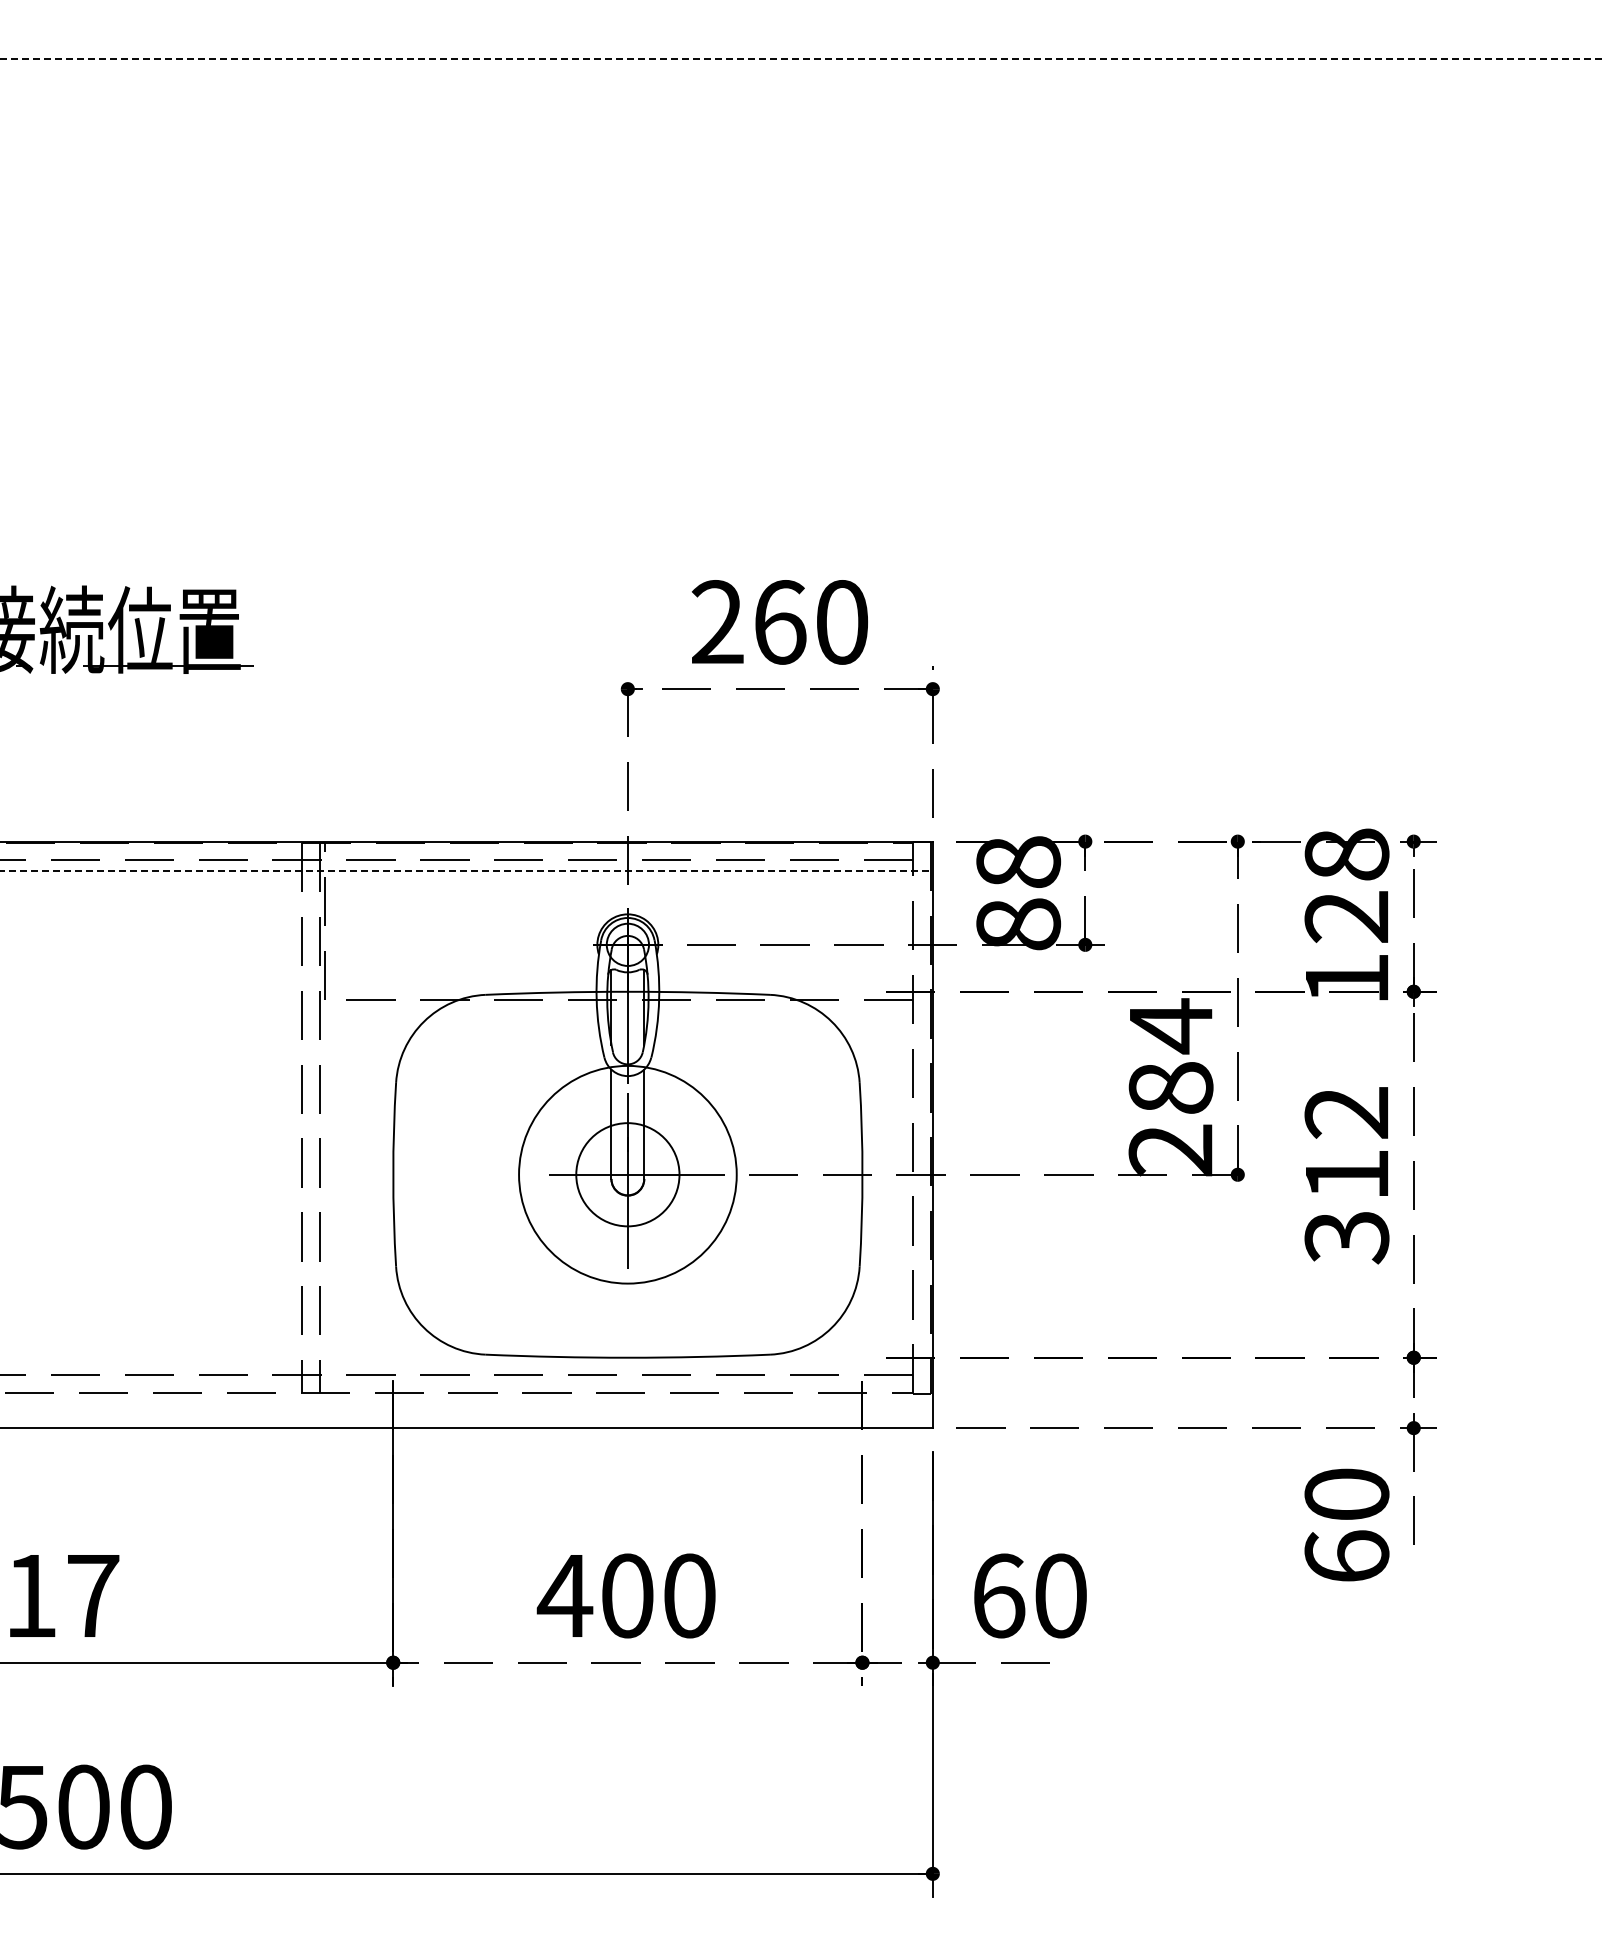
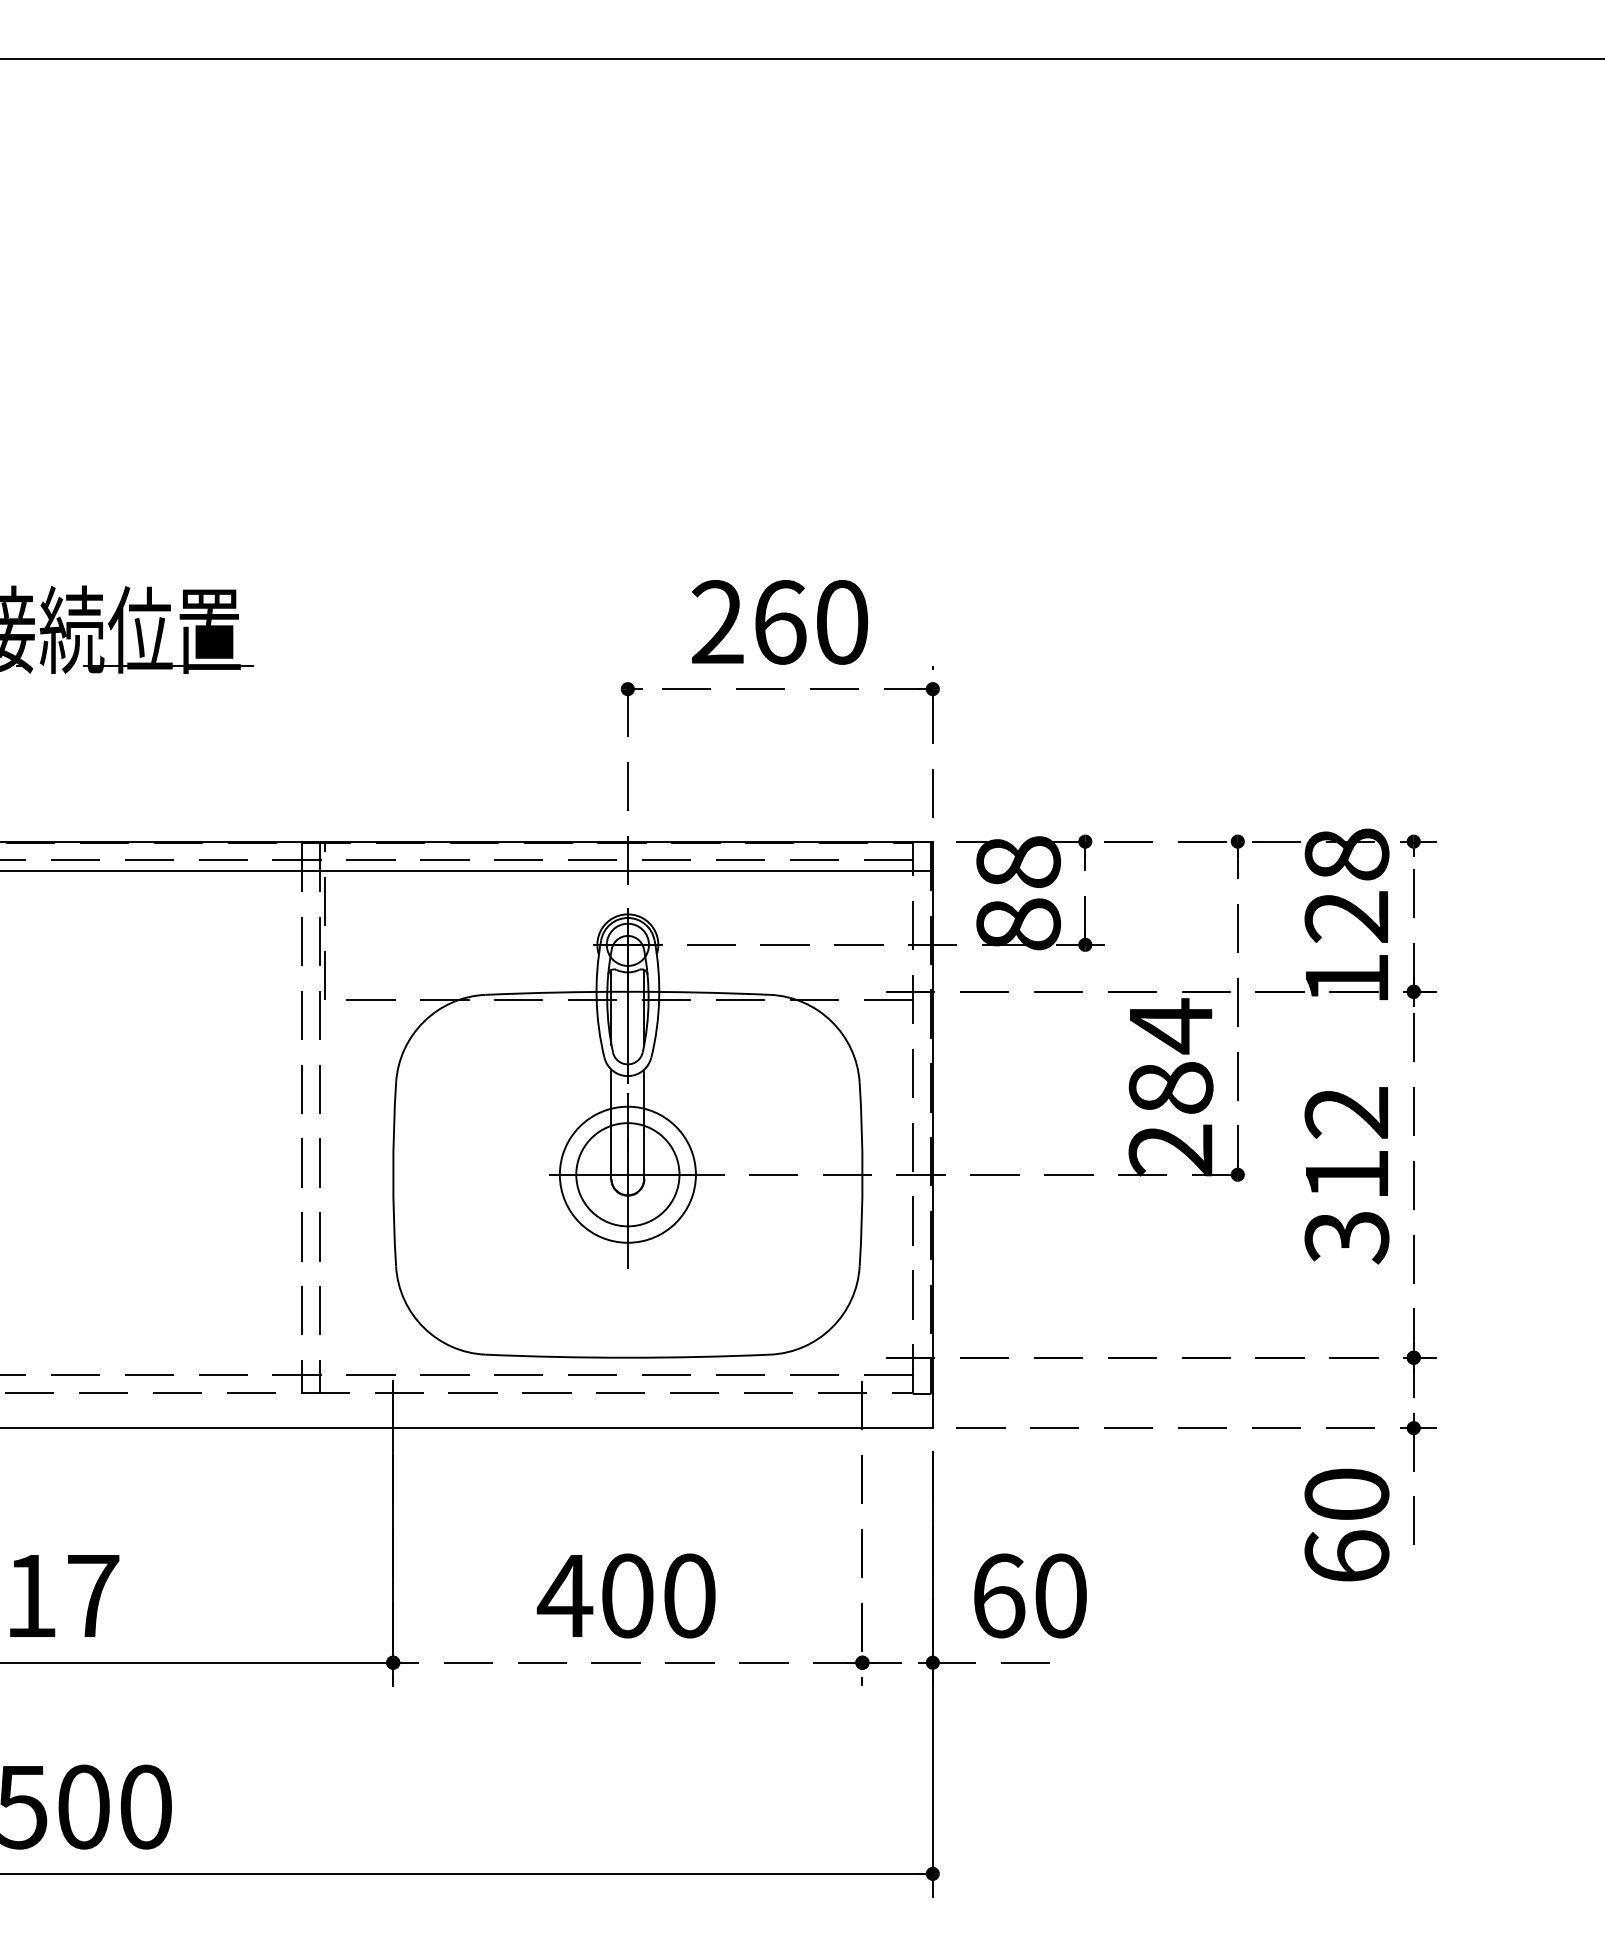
line at (802, 58): dashed -> solid
line at (467, 870): dashed -> solid
circle at (627, 1174) diameter: 218 px -> 136 px
